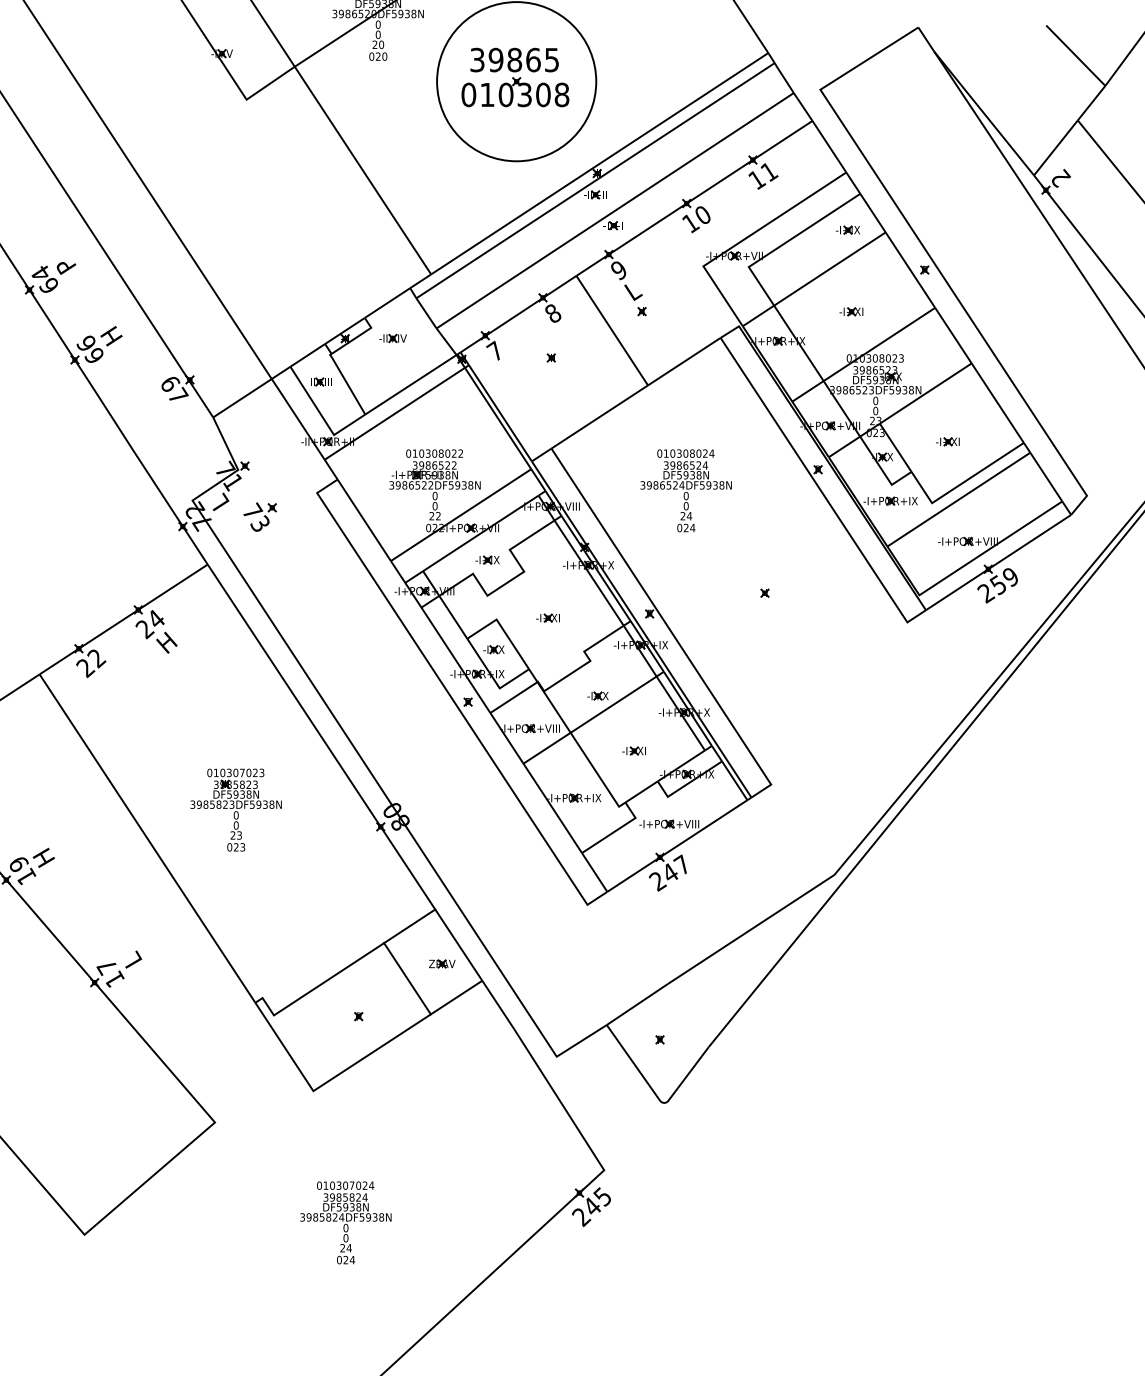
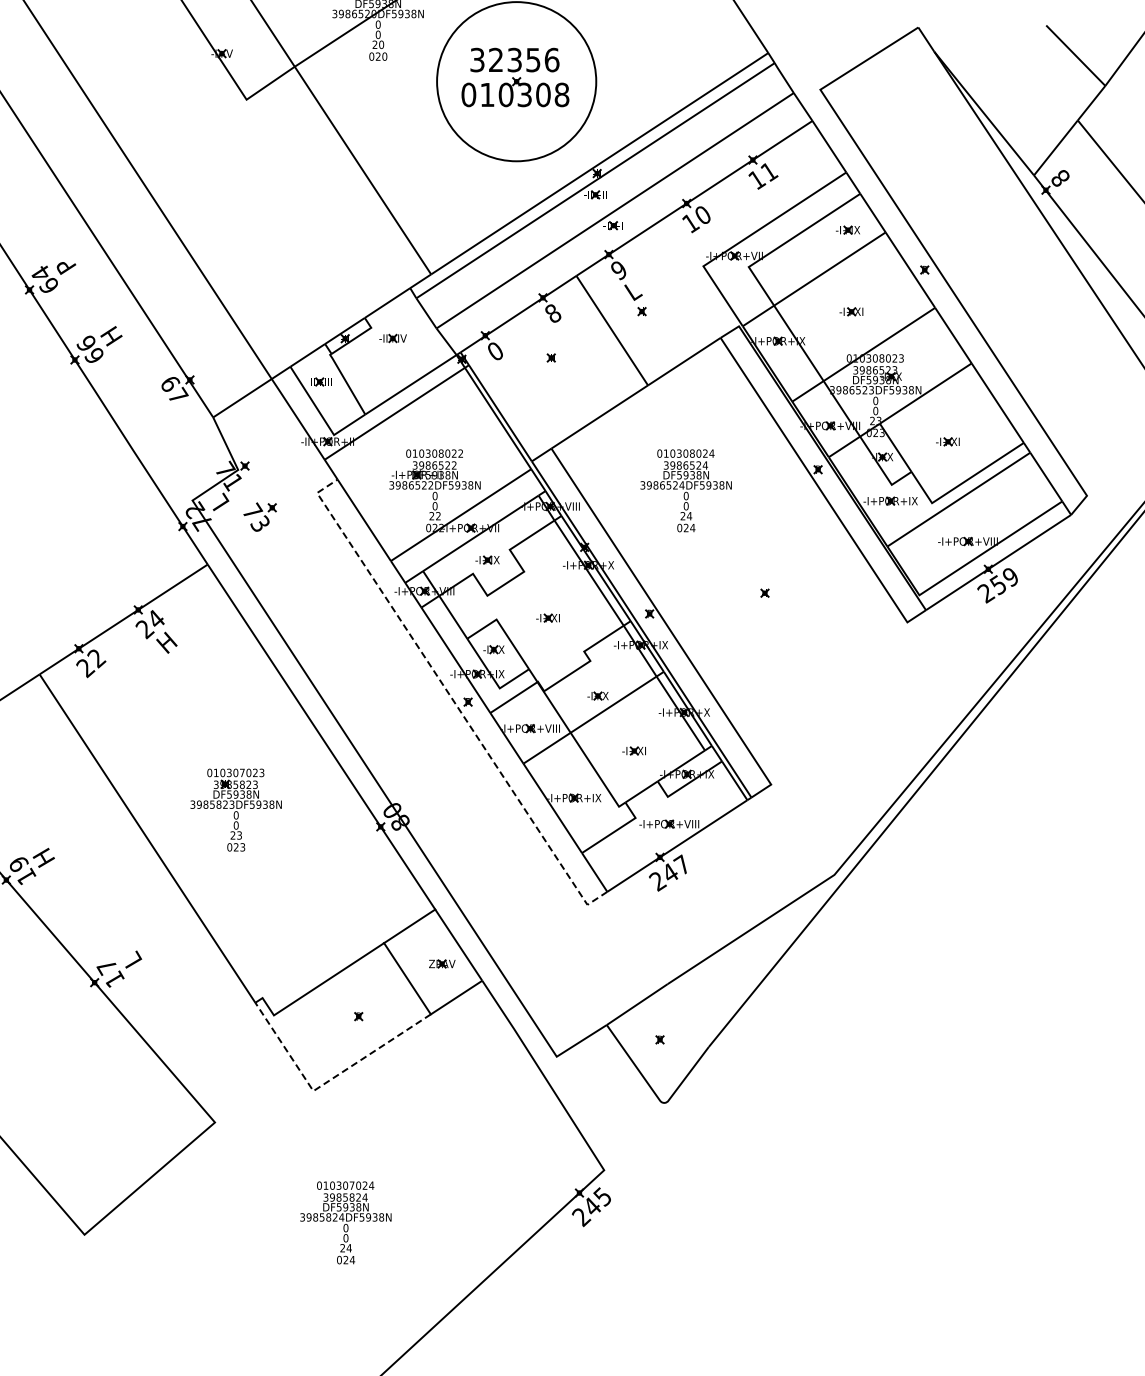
text at (523, 59): 39865 -> 32356
text at (1060, 177): 2 -> 8
text at (494, 350): 7 -> 0
line at (452, 698): solid -> dashed
line at (327, 1081): solid -> dashed
